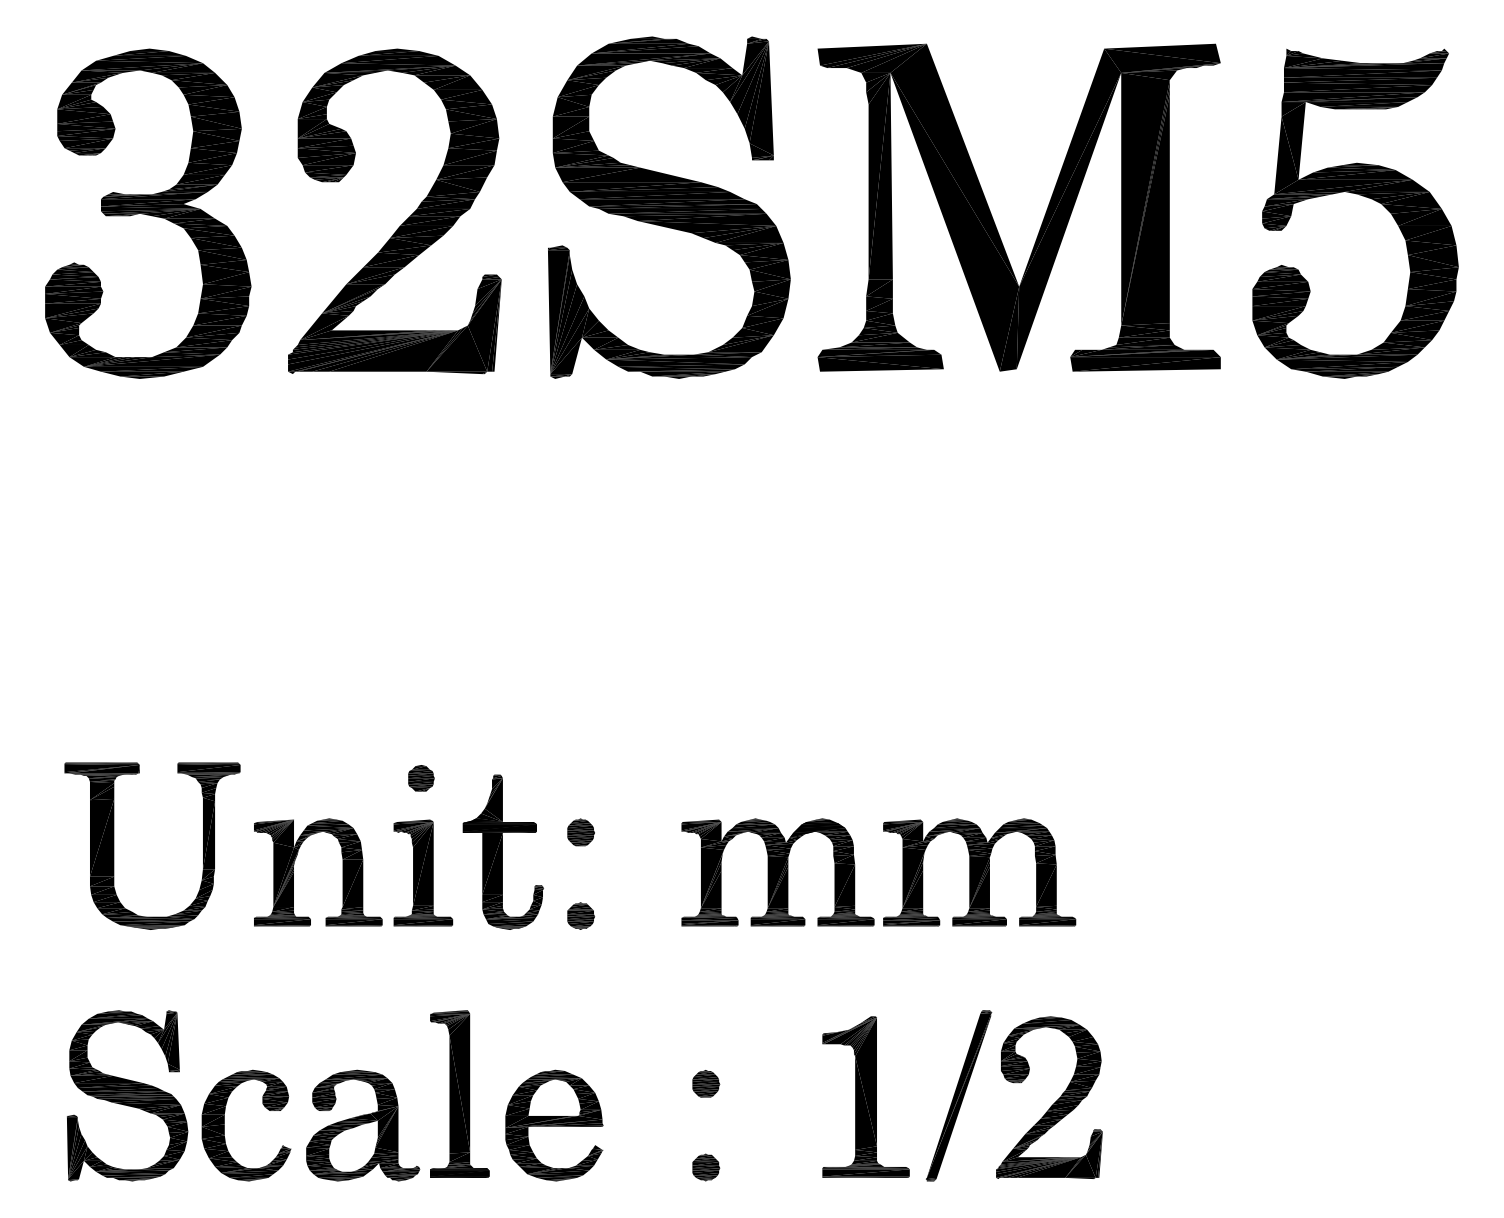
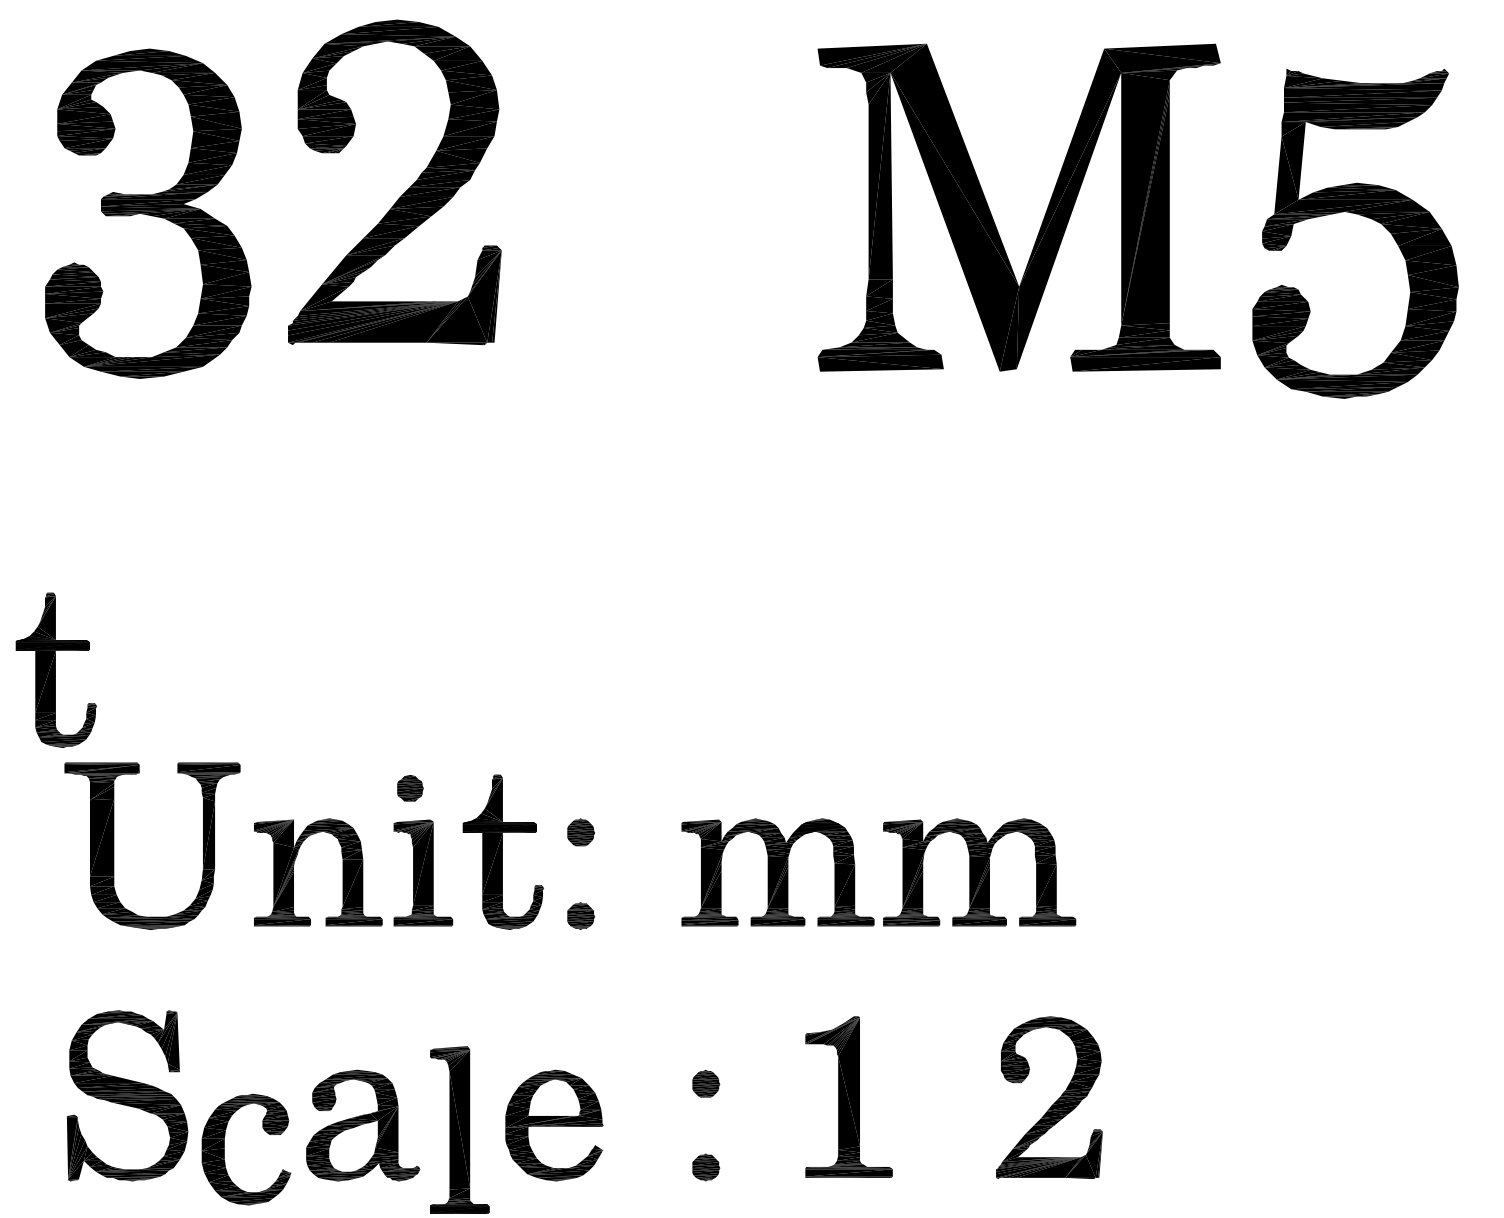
part at (1362, 196) position: (1362, 196) -> (1362, 216)
part at (669, 207): present -> none
part at (404, 221) position: (404, 221) -> (404, 192)
part at (55, 669): none -> present
part at (421, 778) position: (421, 778) -> (410, 788)
part at (459, 1093) position: (459, 1093) -> (459, 1129)
part at (959, 1095): present -> none
part at (865, 1096) position: (865, 1096) -> (848, 1096)
part at (224, 1125) position: (224, 1125) -> (224, 1149)
